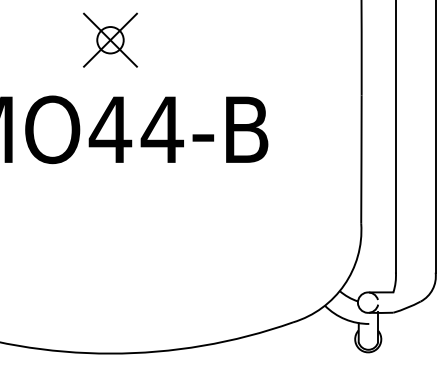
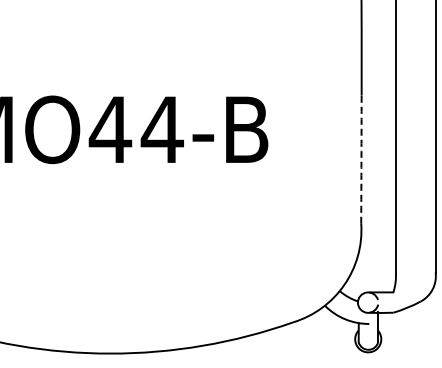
part at (110, 39): present -> none
arc at (361, 159): solid -> dashed
